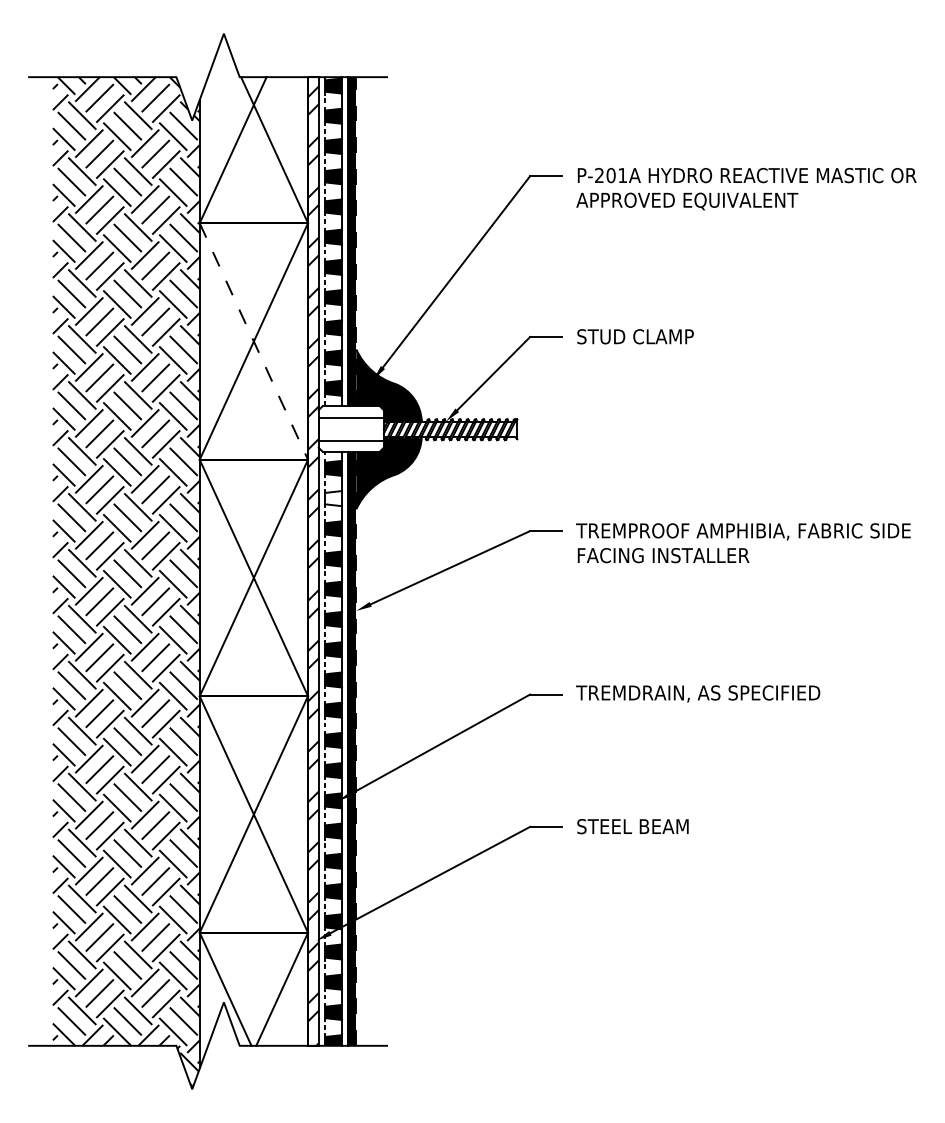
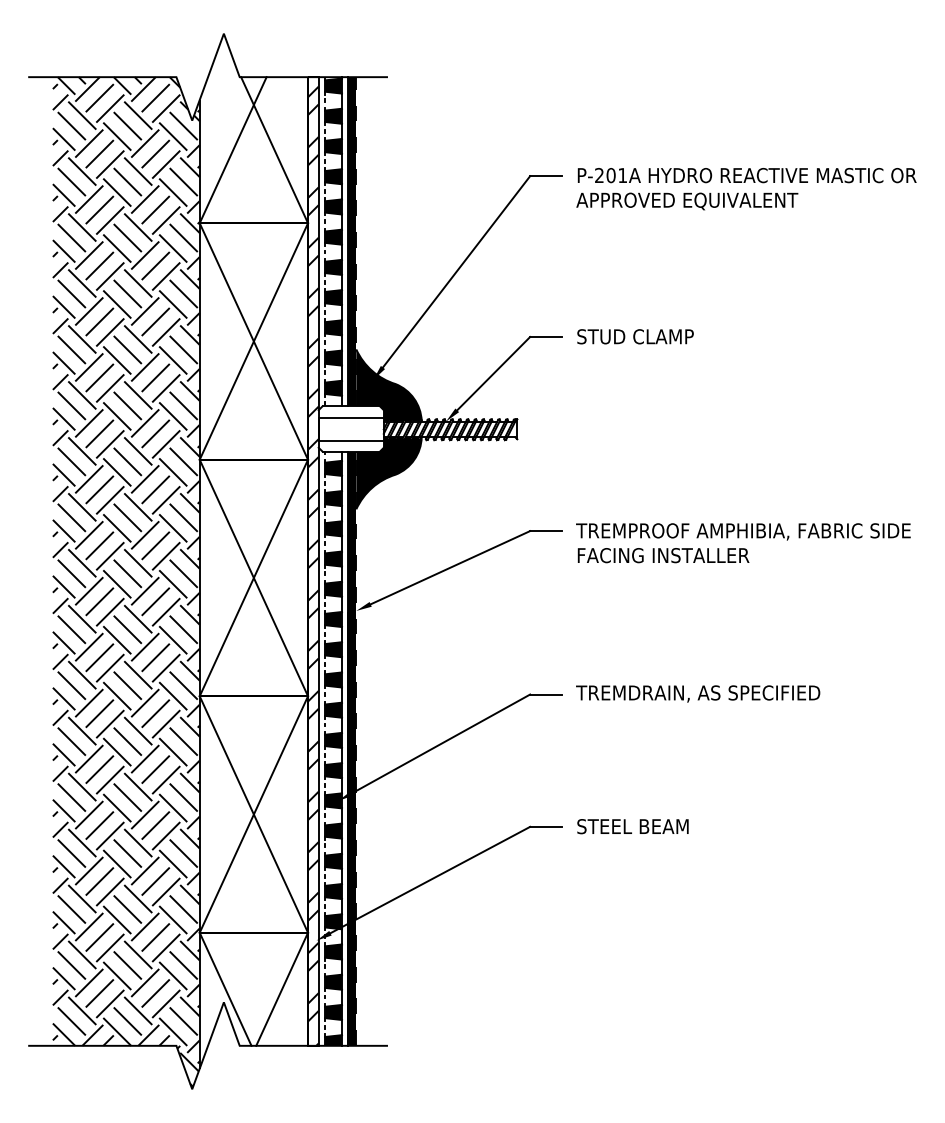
line at (254, 341): dashed -> solid
fill at (333, 498): none -> present
